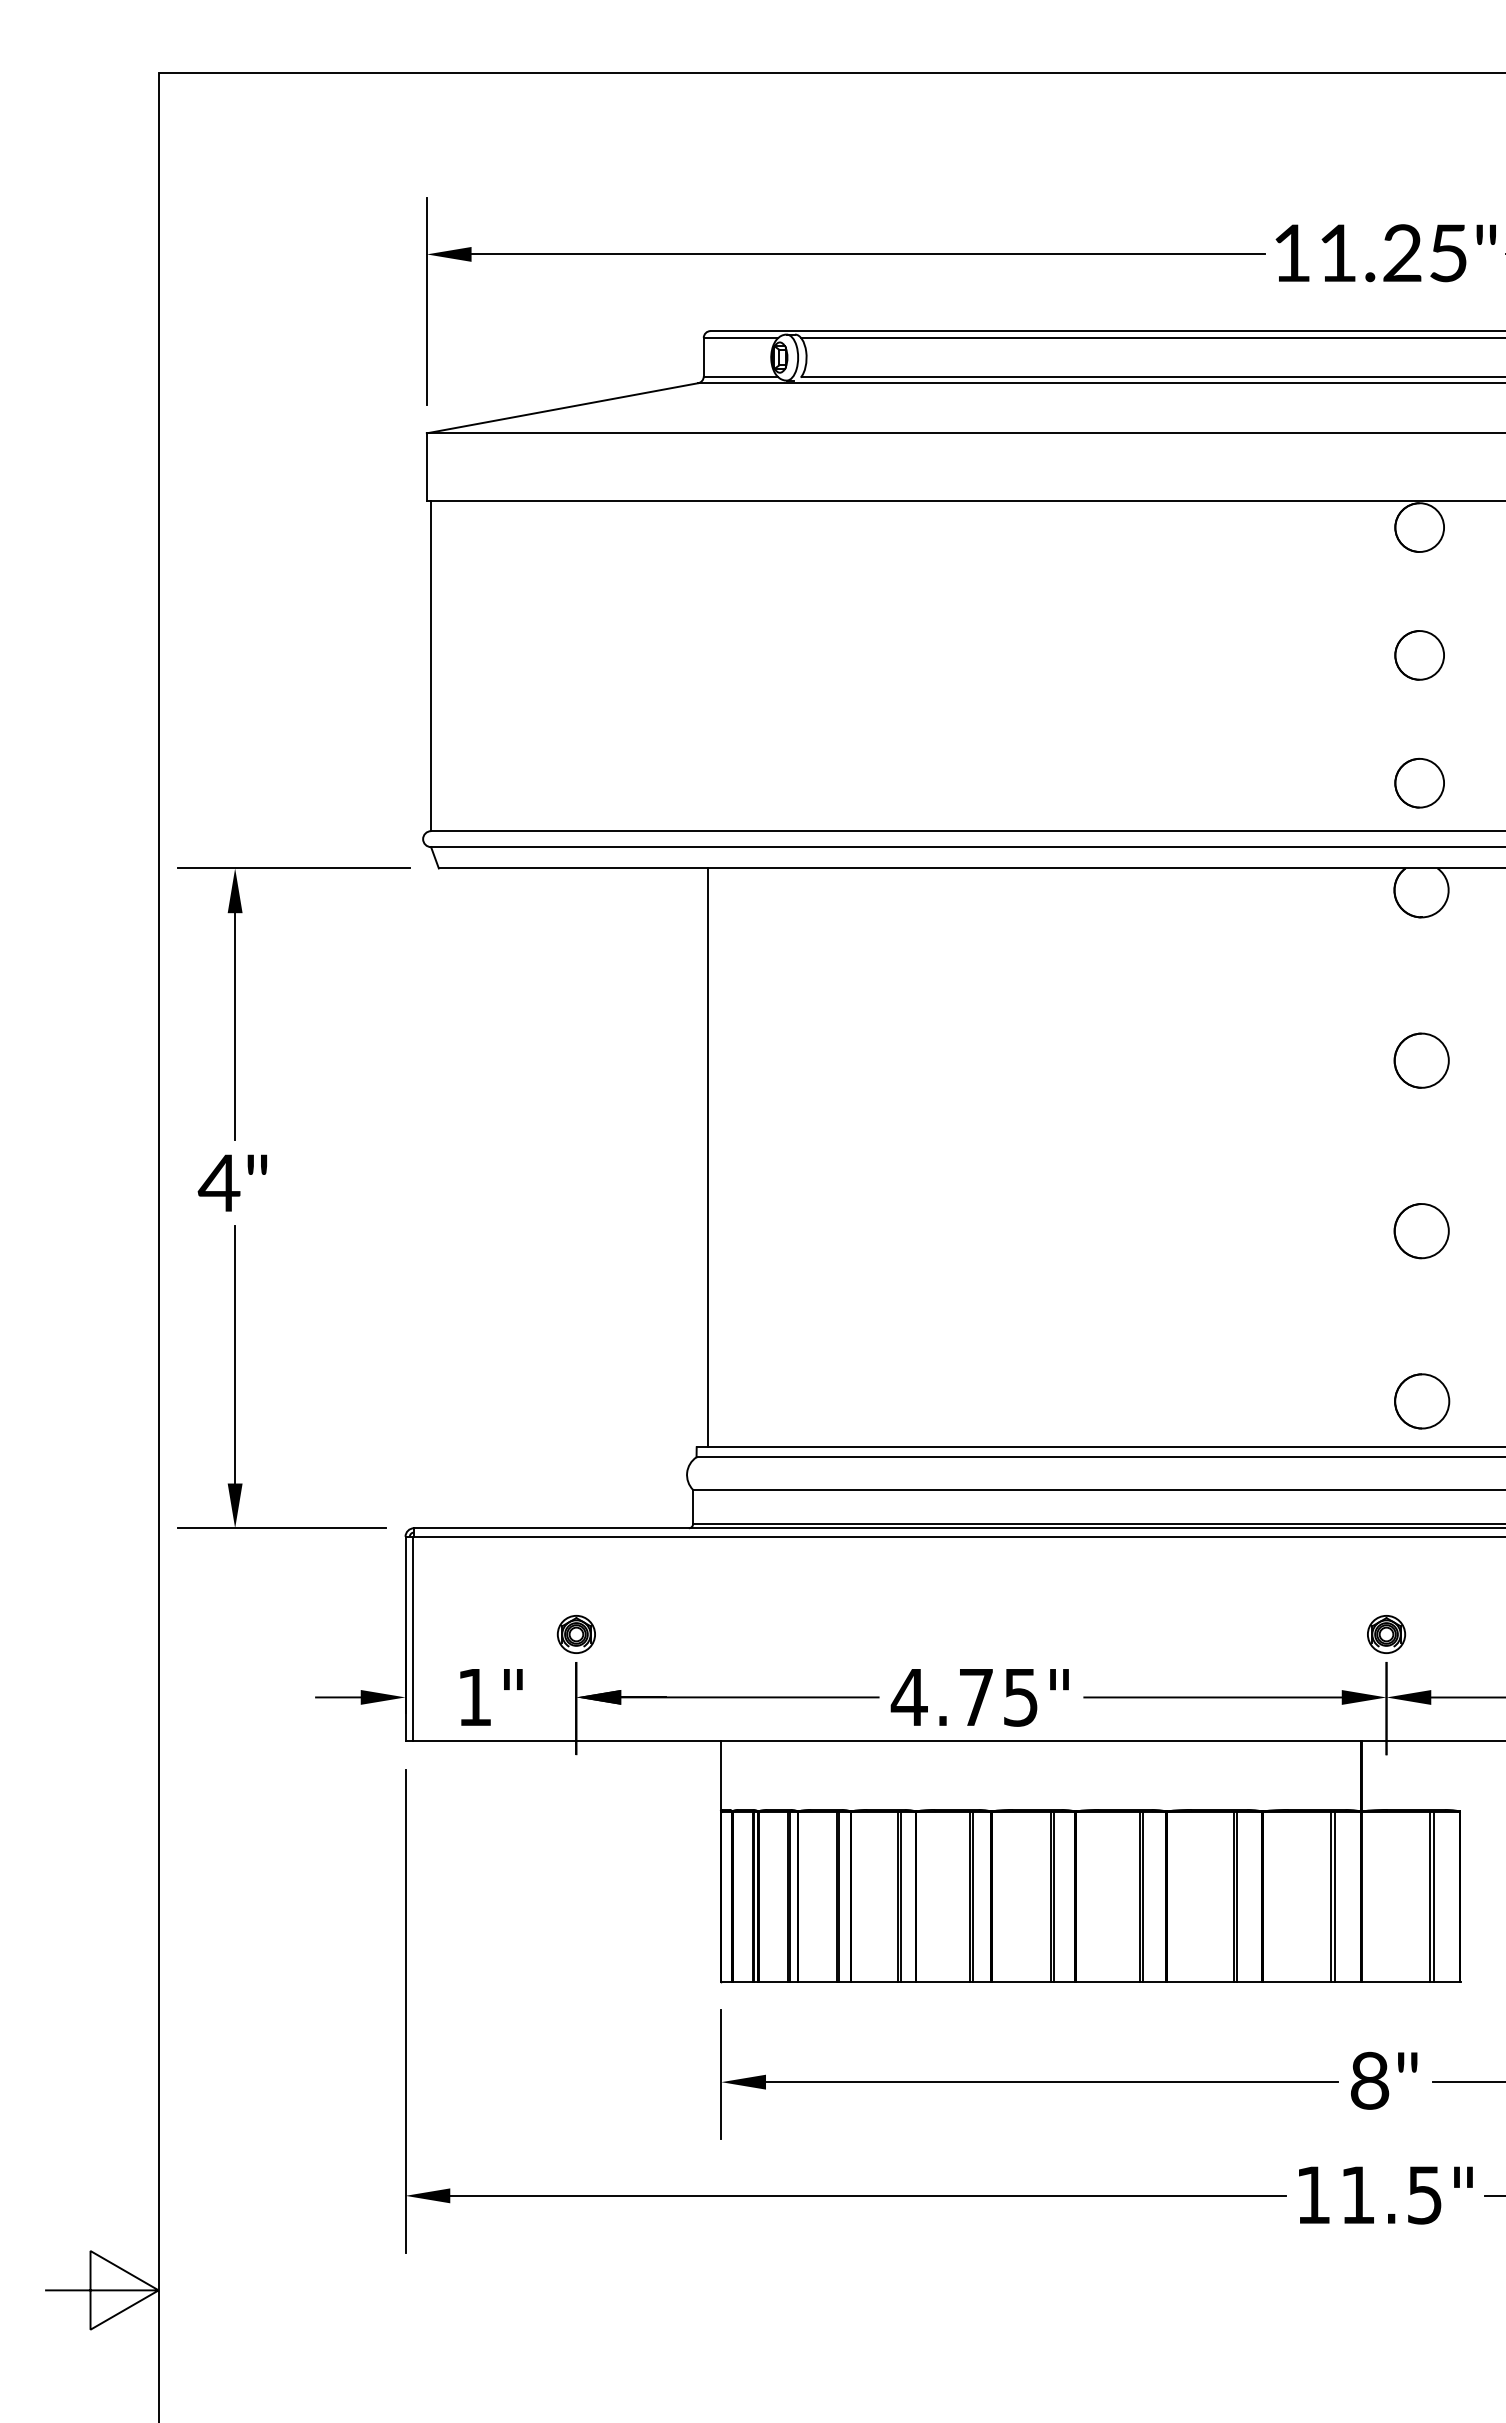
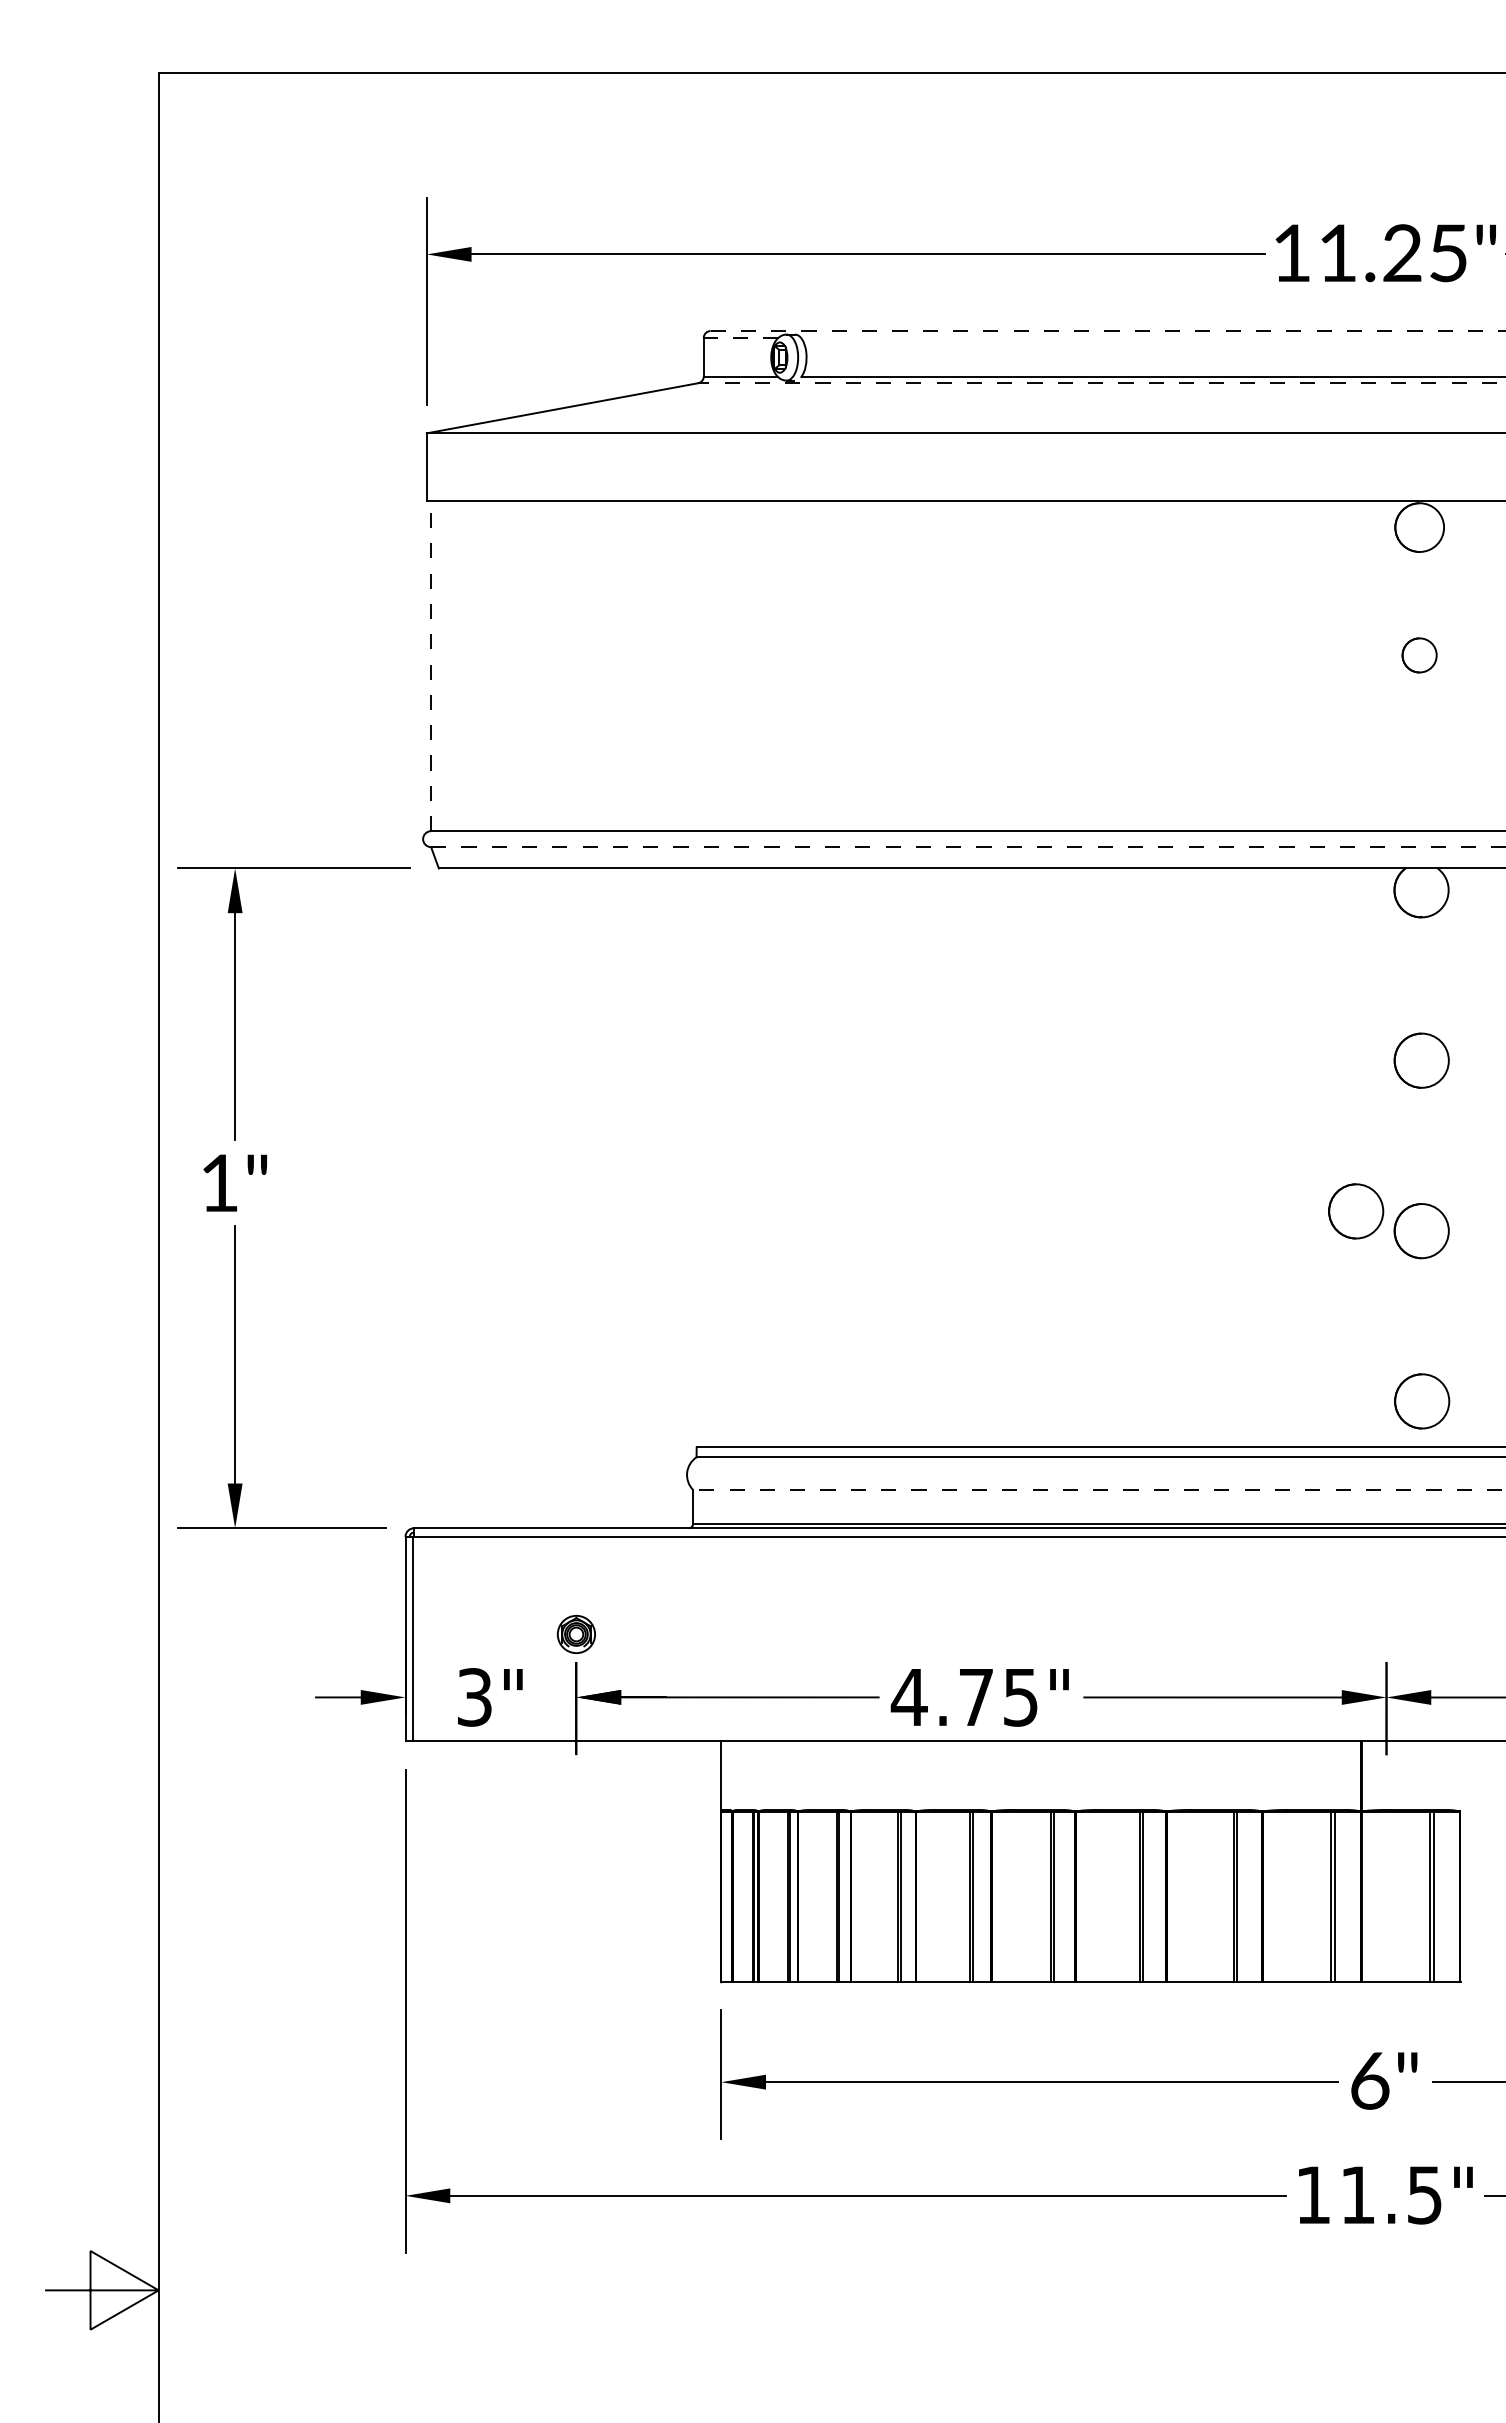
line at (1108, 331): solid -> dashed
line at (740, 337): solid -> dashed
line at (1151, 337): present -> none
line at (1102, 383): solid -> dashed
part at (1419, 655) size: 51x51 px -> 37x37 px
line at (431, 666): solid -> dashed
part at (1419, 782): present -> none
line at (969, 847): solid -> dashed
line at (708, 1157): present -> none
text at (218, 1182): 4" -> 1"
part at (1356, 1211): none -> present
line at (1099, 1489): solid -> dashed
part at (1386, 1634): present -> none
text at (474, 1697): 1" -> 3"
text at (1370, 2080): 8" -> 6"
